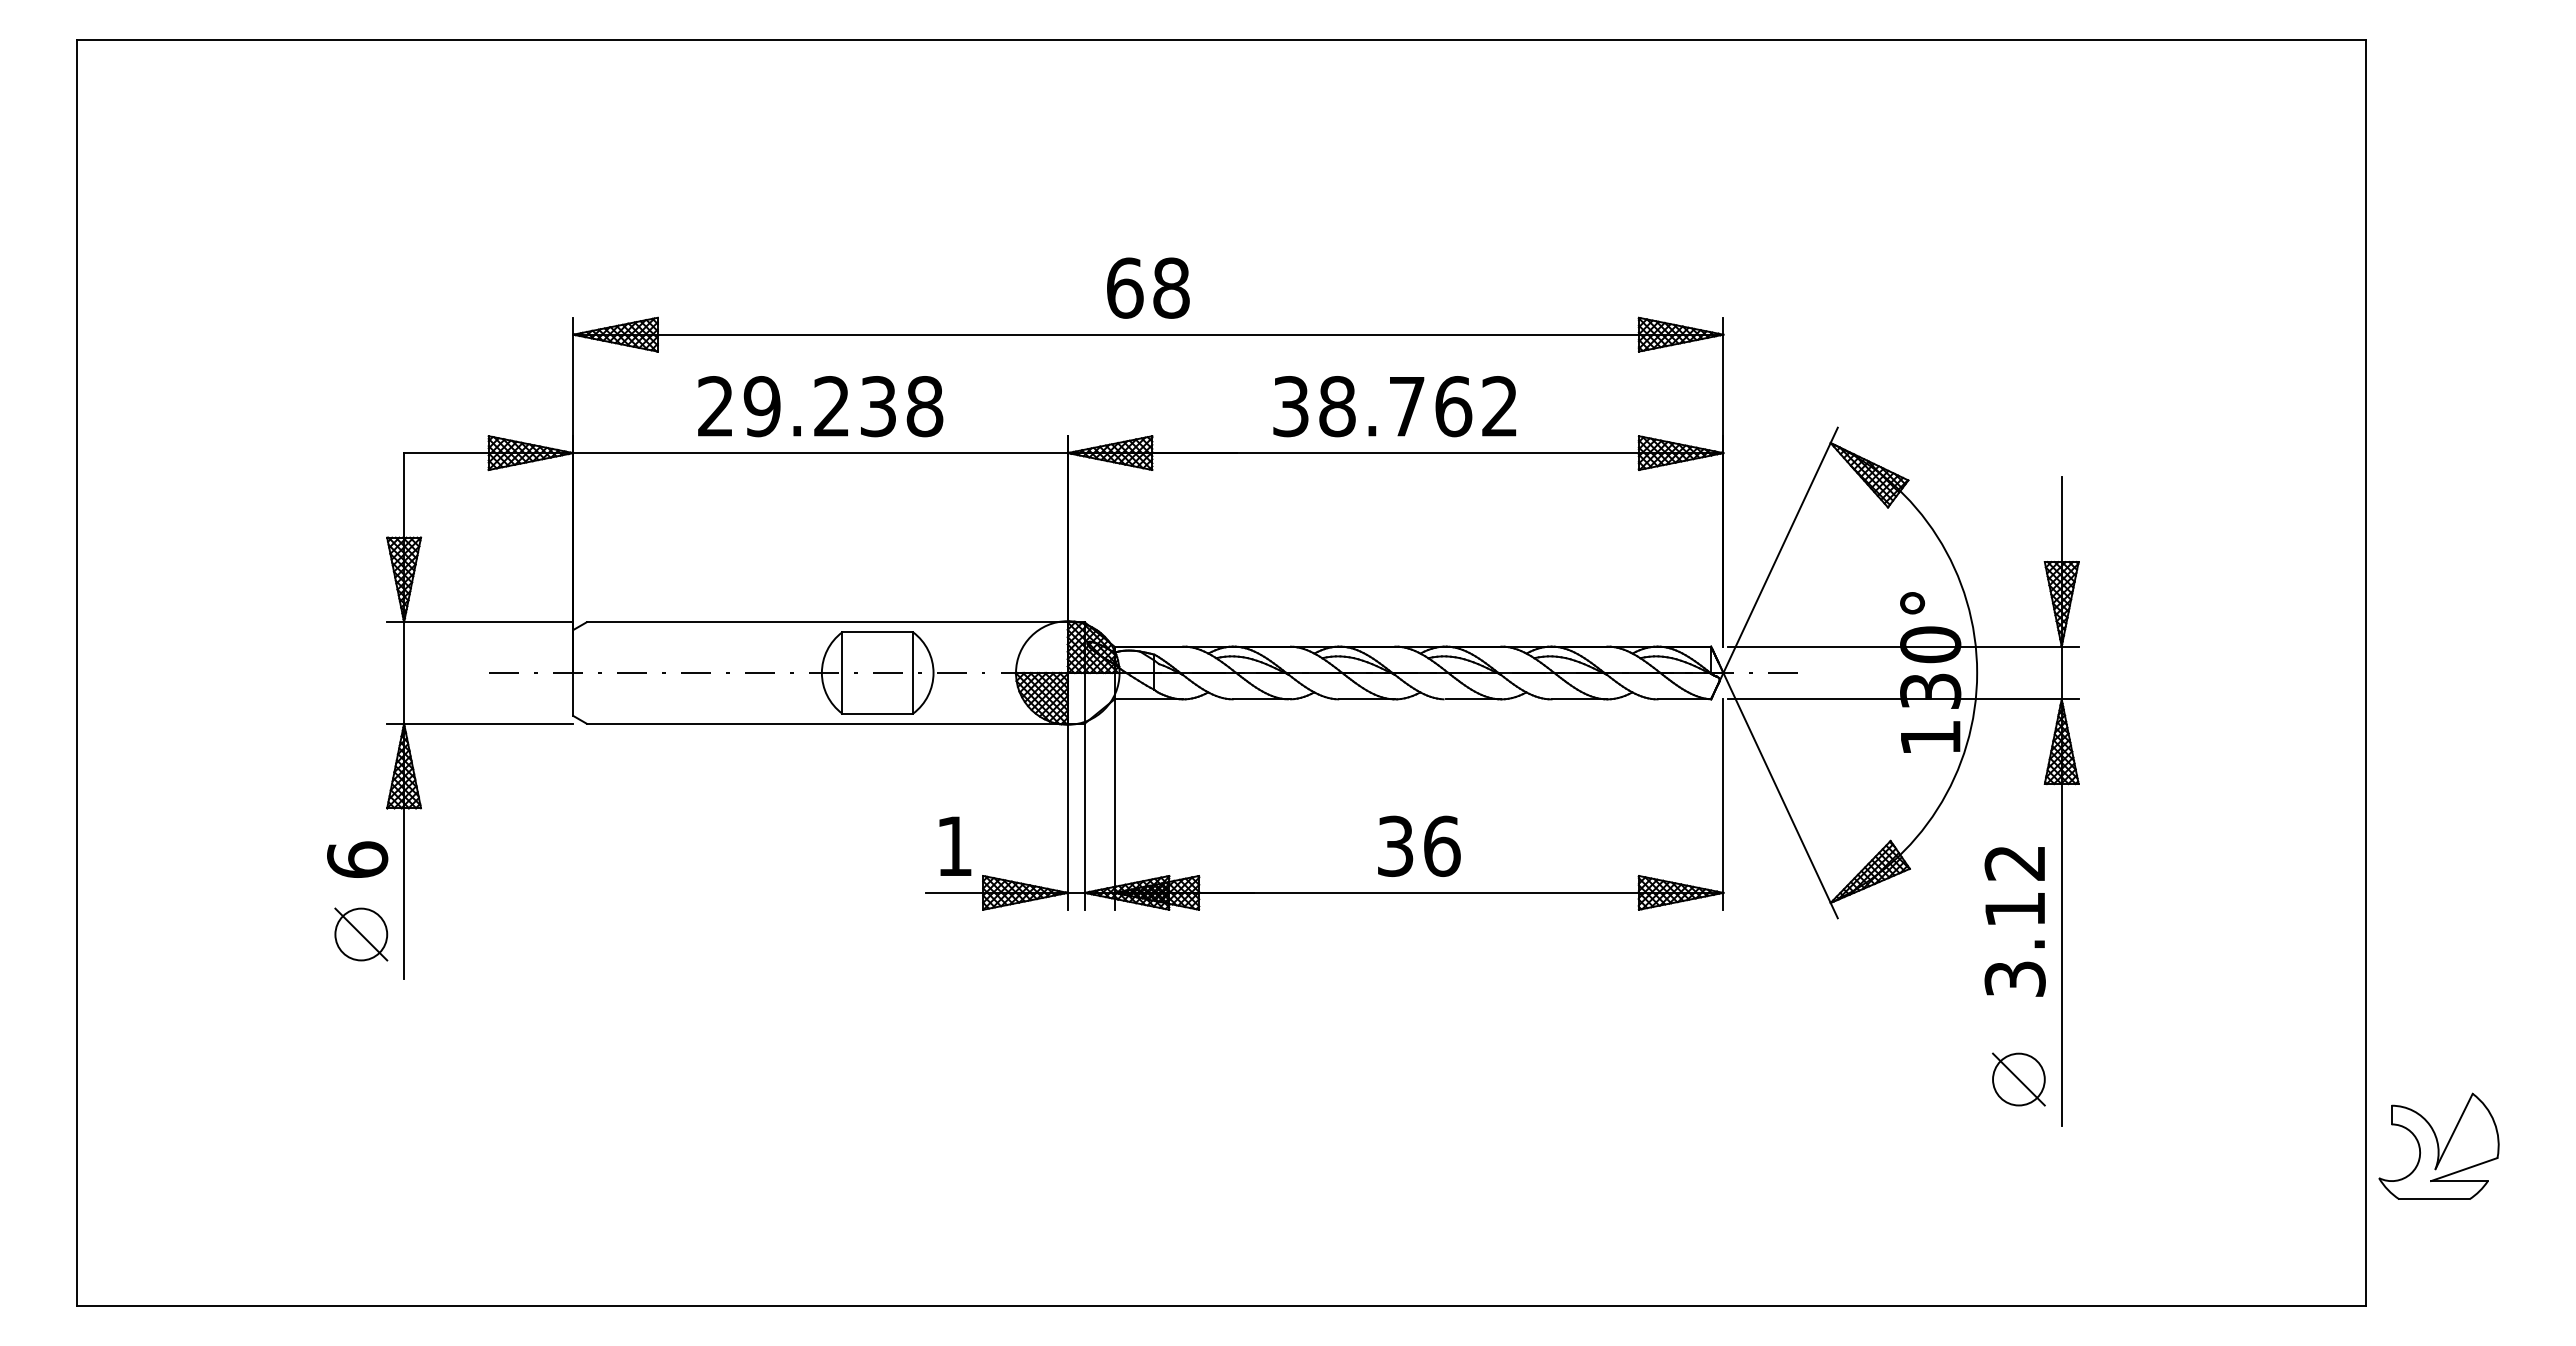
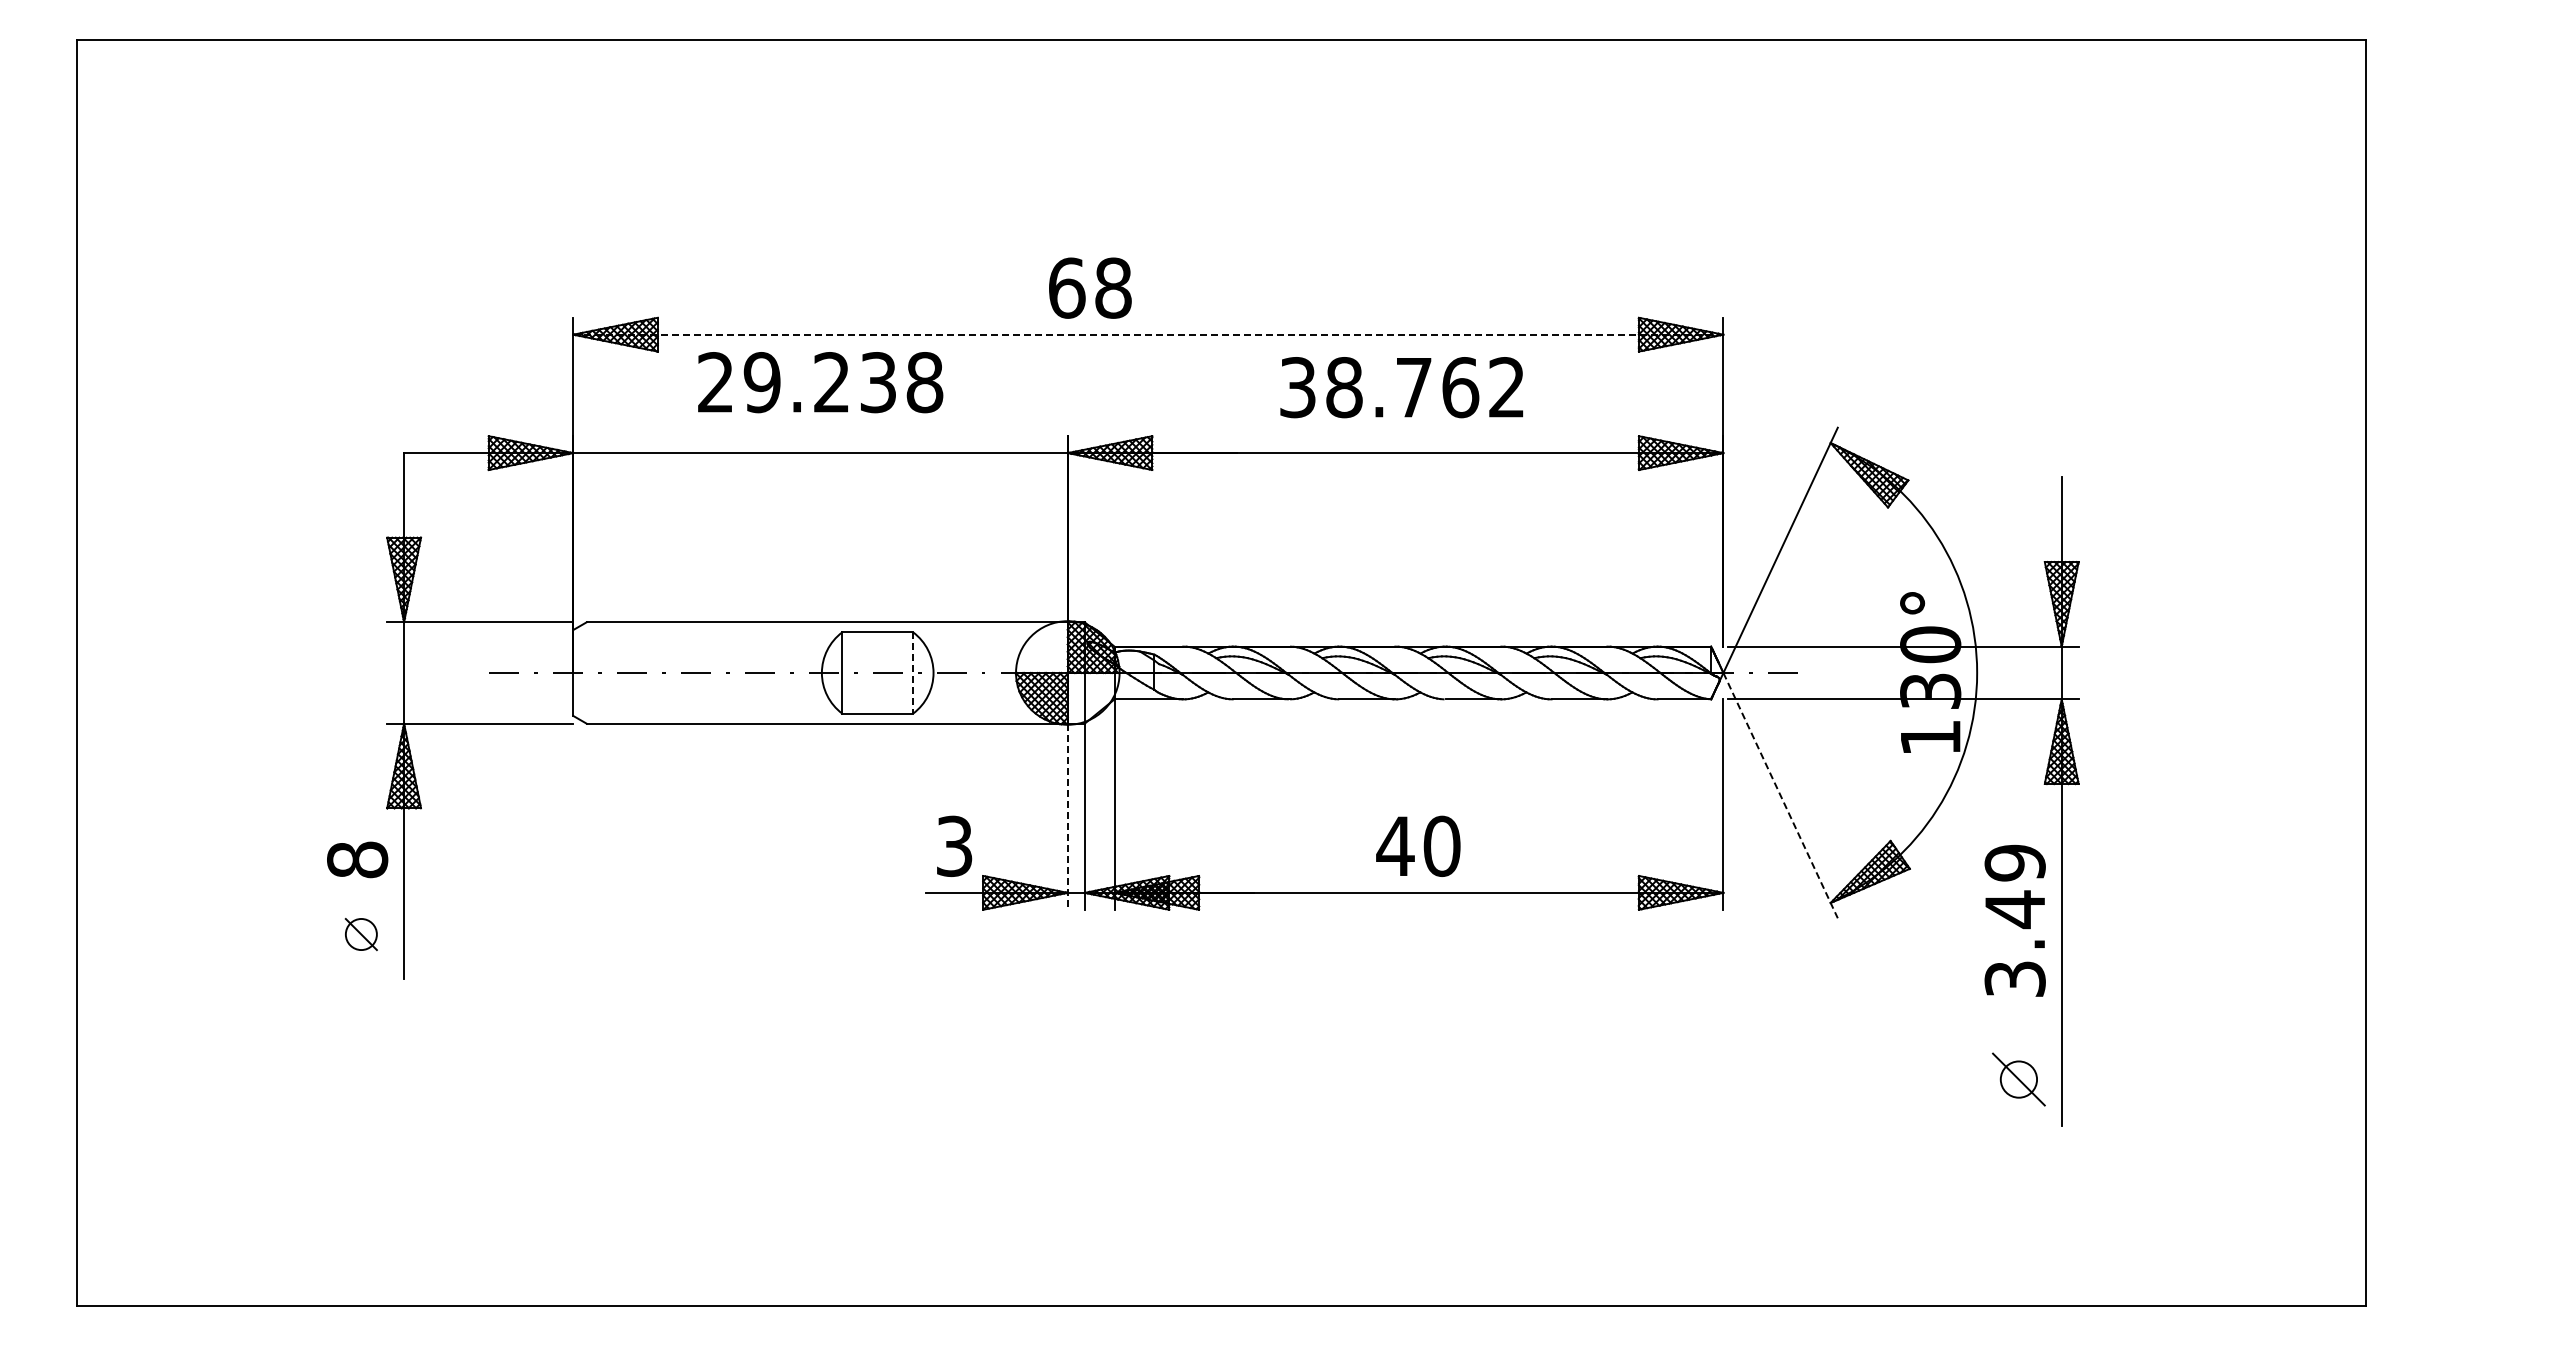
text at (1148, 287) position: (1148, 287) -> (1090, 287)
line at (1148, 334): solid -> dashed
text at (820, 406) position: (820, 406) -> (820, 382)
text at (1394, 406) position: (1394, 406) -> (1401, 387)
line at (913, 673): solid -> dashed
line at (1780, 796): solid -> dashed
line at (1067, 817): solid -> dashed
text at (954, 846): 1 -> 3
text at (1418, 846): 36 -> 40
text at (357, 859): 6 -> 8
text at (2014, 886): 3.12 -> 3.49
part at (361, 934) size: 55x55 px -> 34x33 px
circle at (2018, 1079) diameter: 52 px -> 36 px
part at (2438, 1145): present -> none
